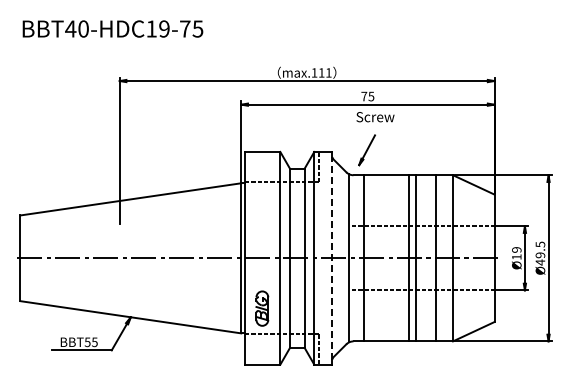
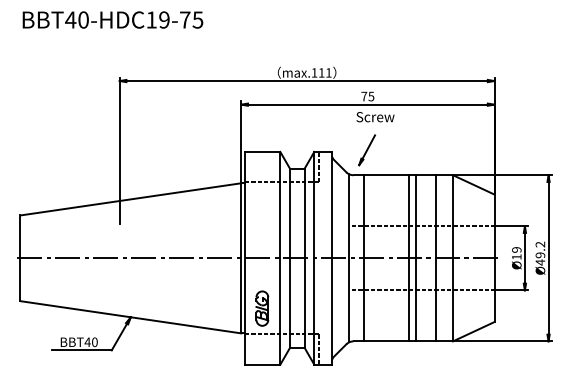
text at (112, 28) position: (112, 28) -> (112, 19)
text at (540, 244): 49.5 -> 49.2
line at (332, 257): dashed -> solid
text at (90, 342): BBT55 -> BBT40
